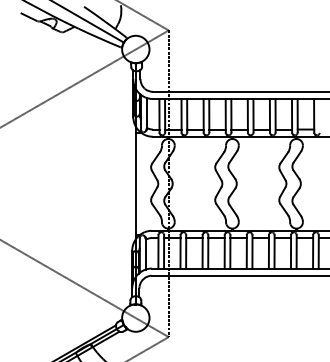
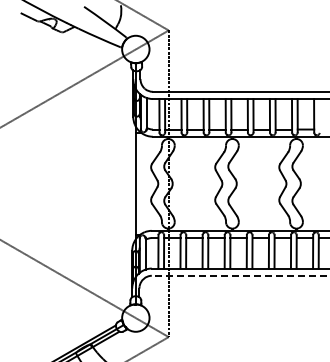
line at (88, 22): present -> none
line at (240, 275): solid -> dashed
